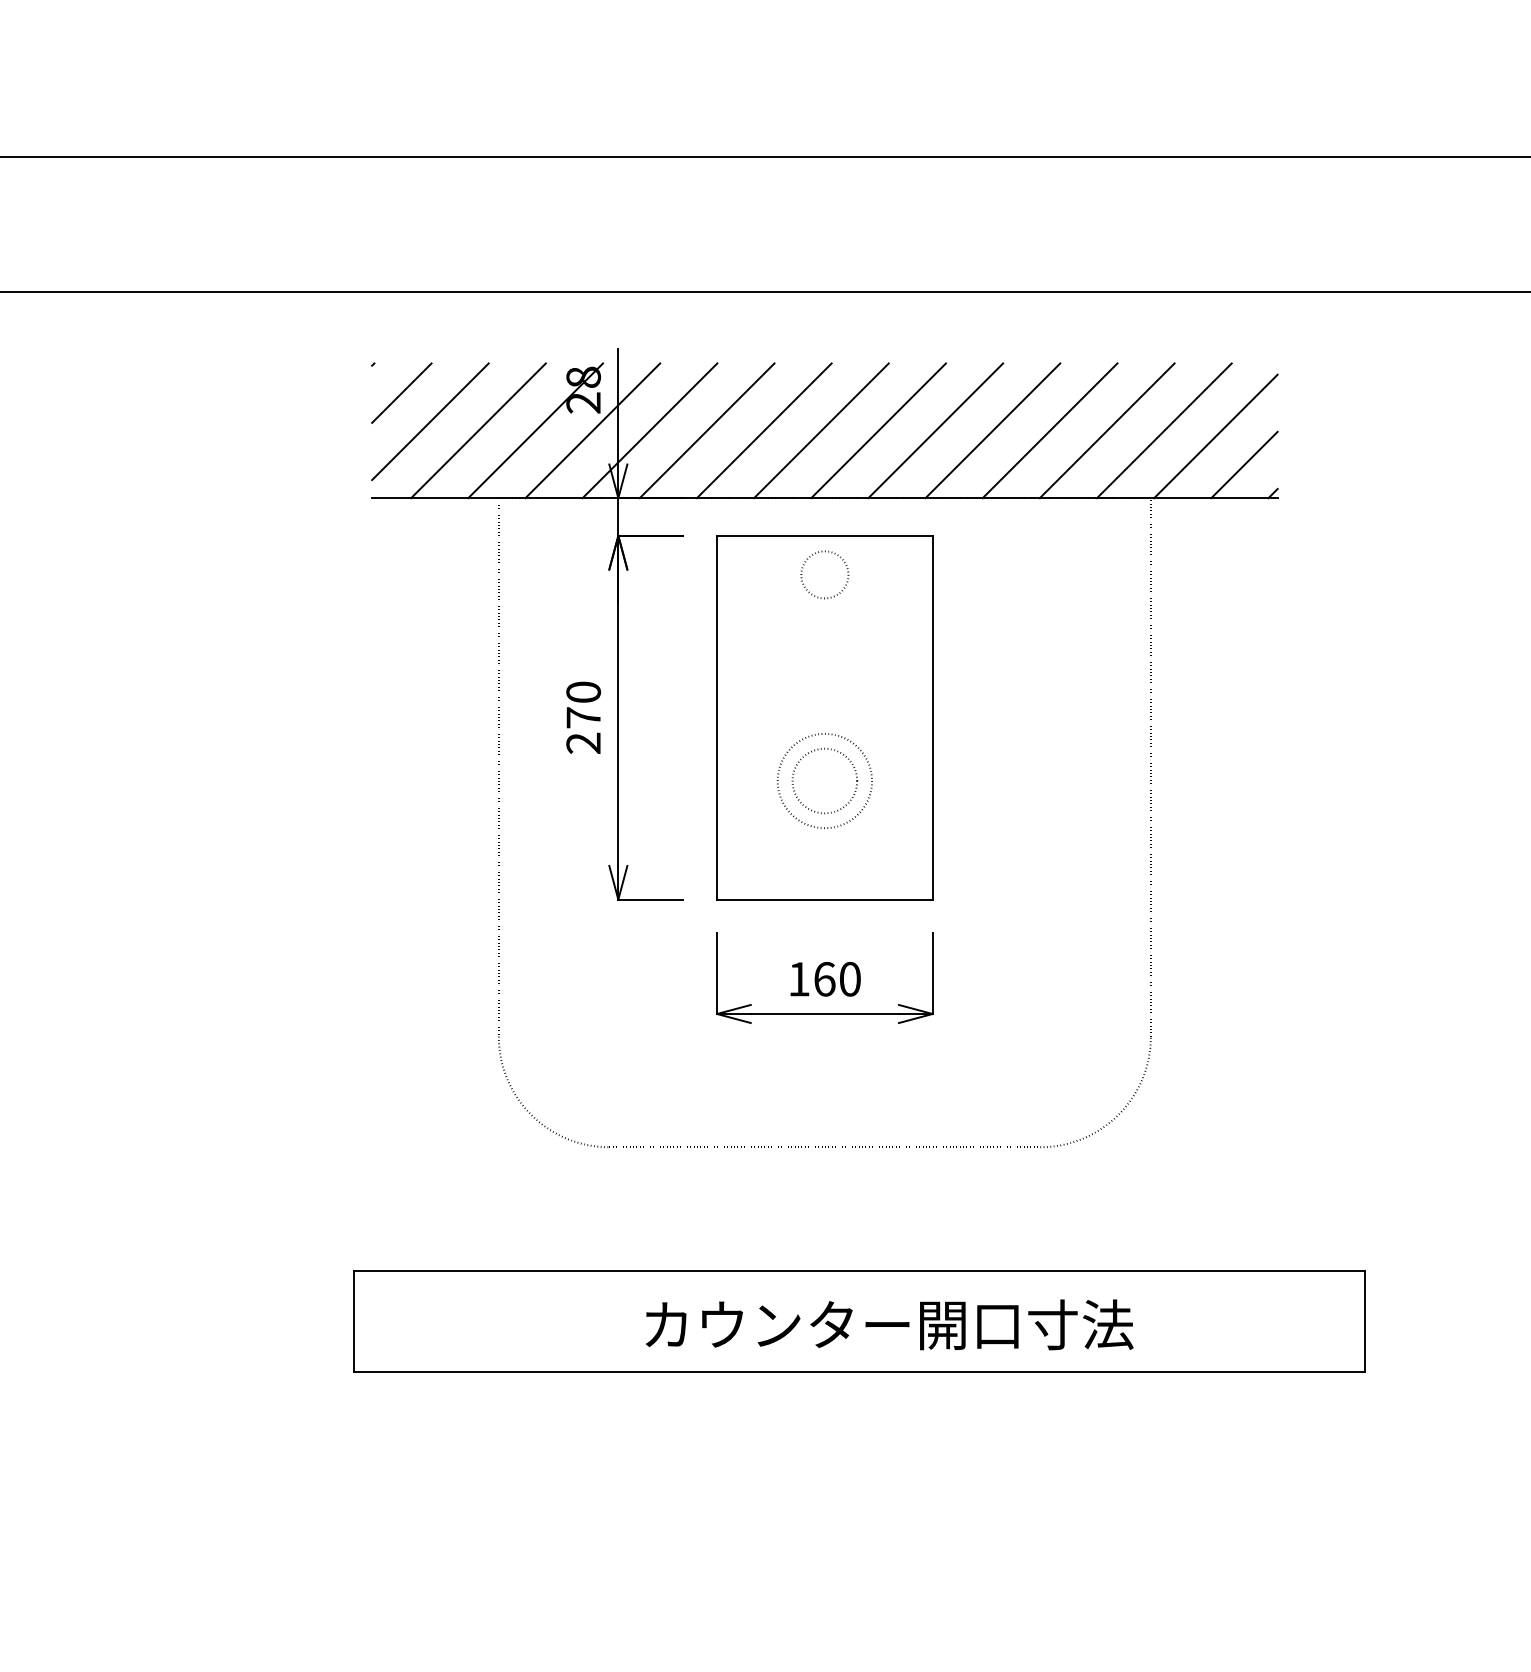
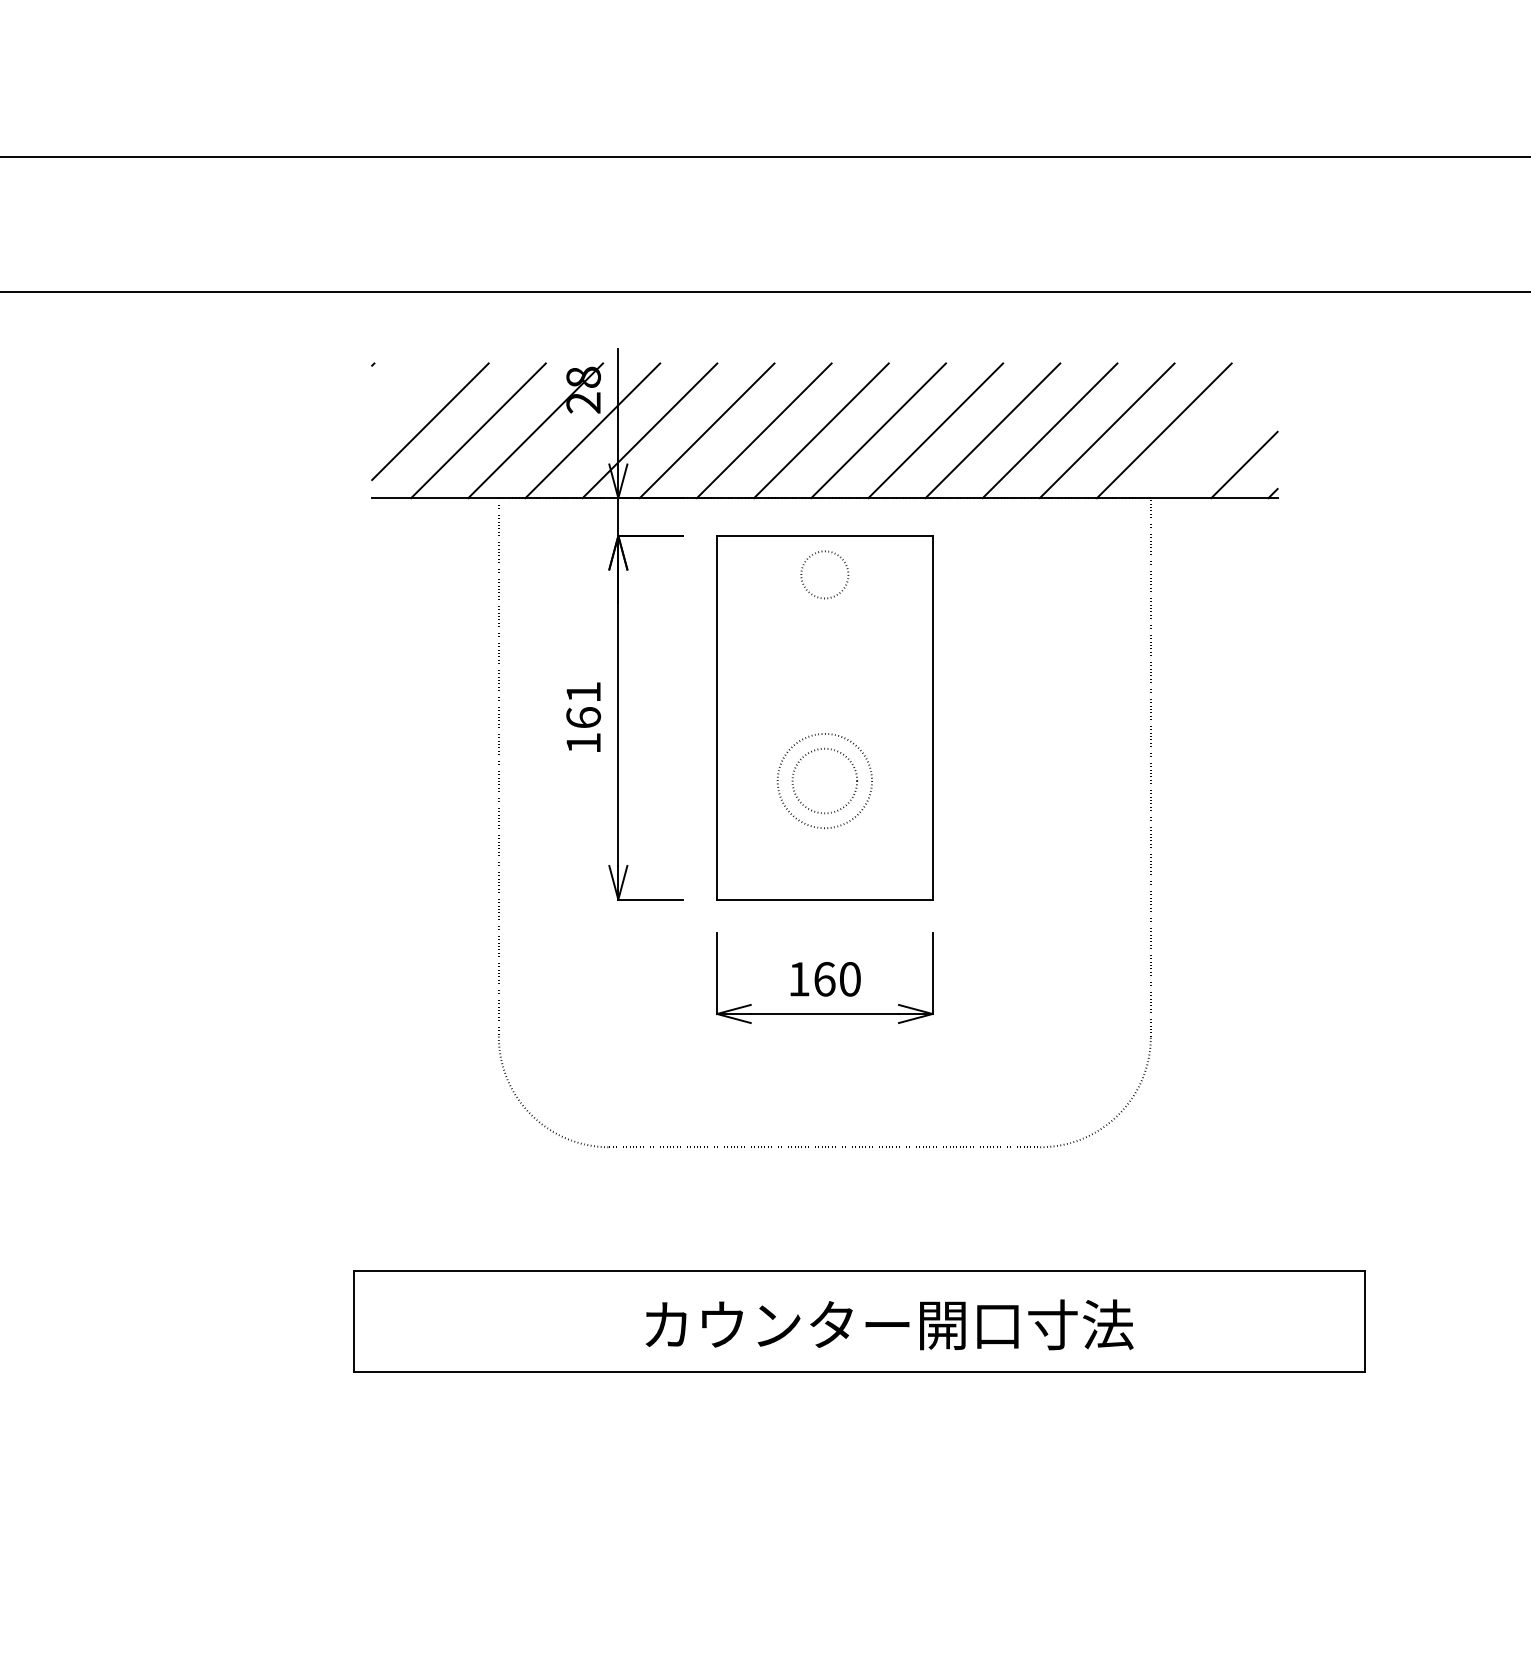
line at (401, 392): present -> none
line at (1215, 436): present -> none
text at (583, 717): 270 -> 161
